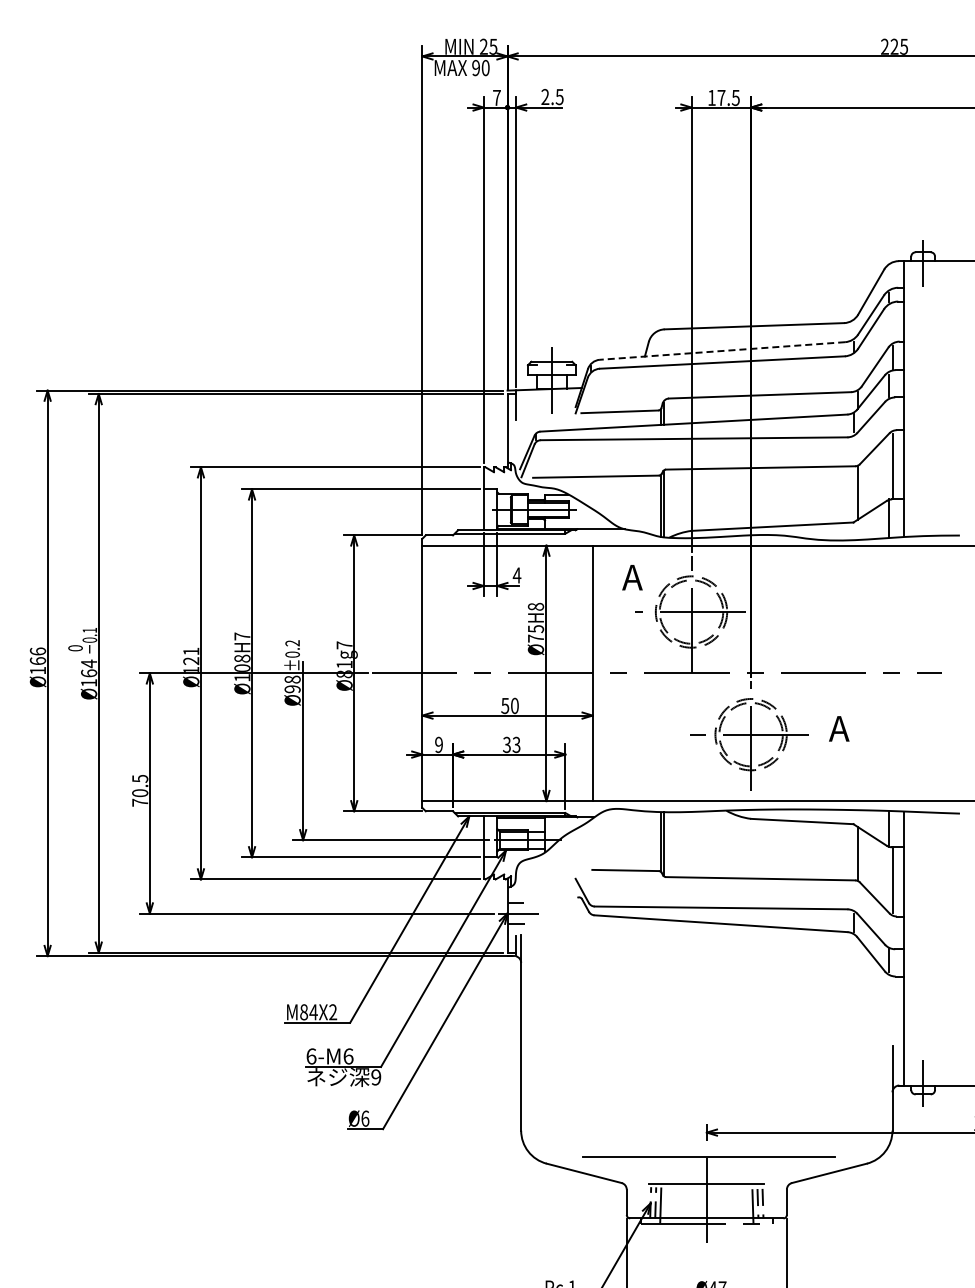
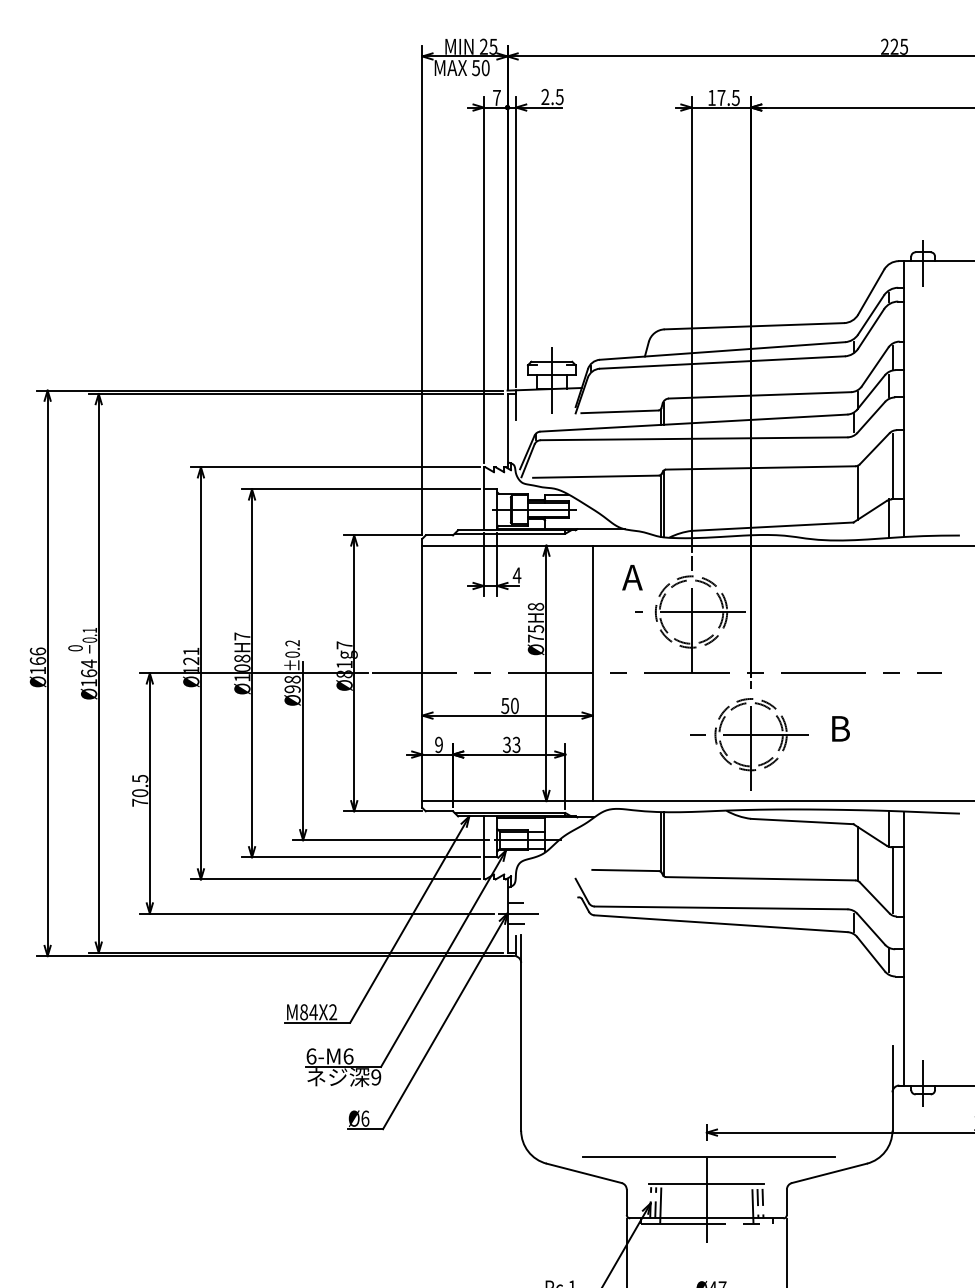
text at (475, 68): 90 -> 50
line at (722, 350): dashed -> solid
text at (839, 728): A -> B
